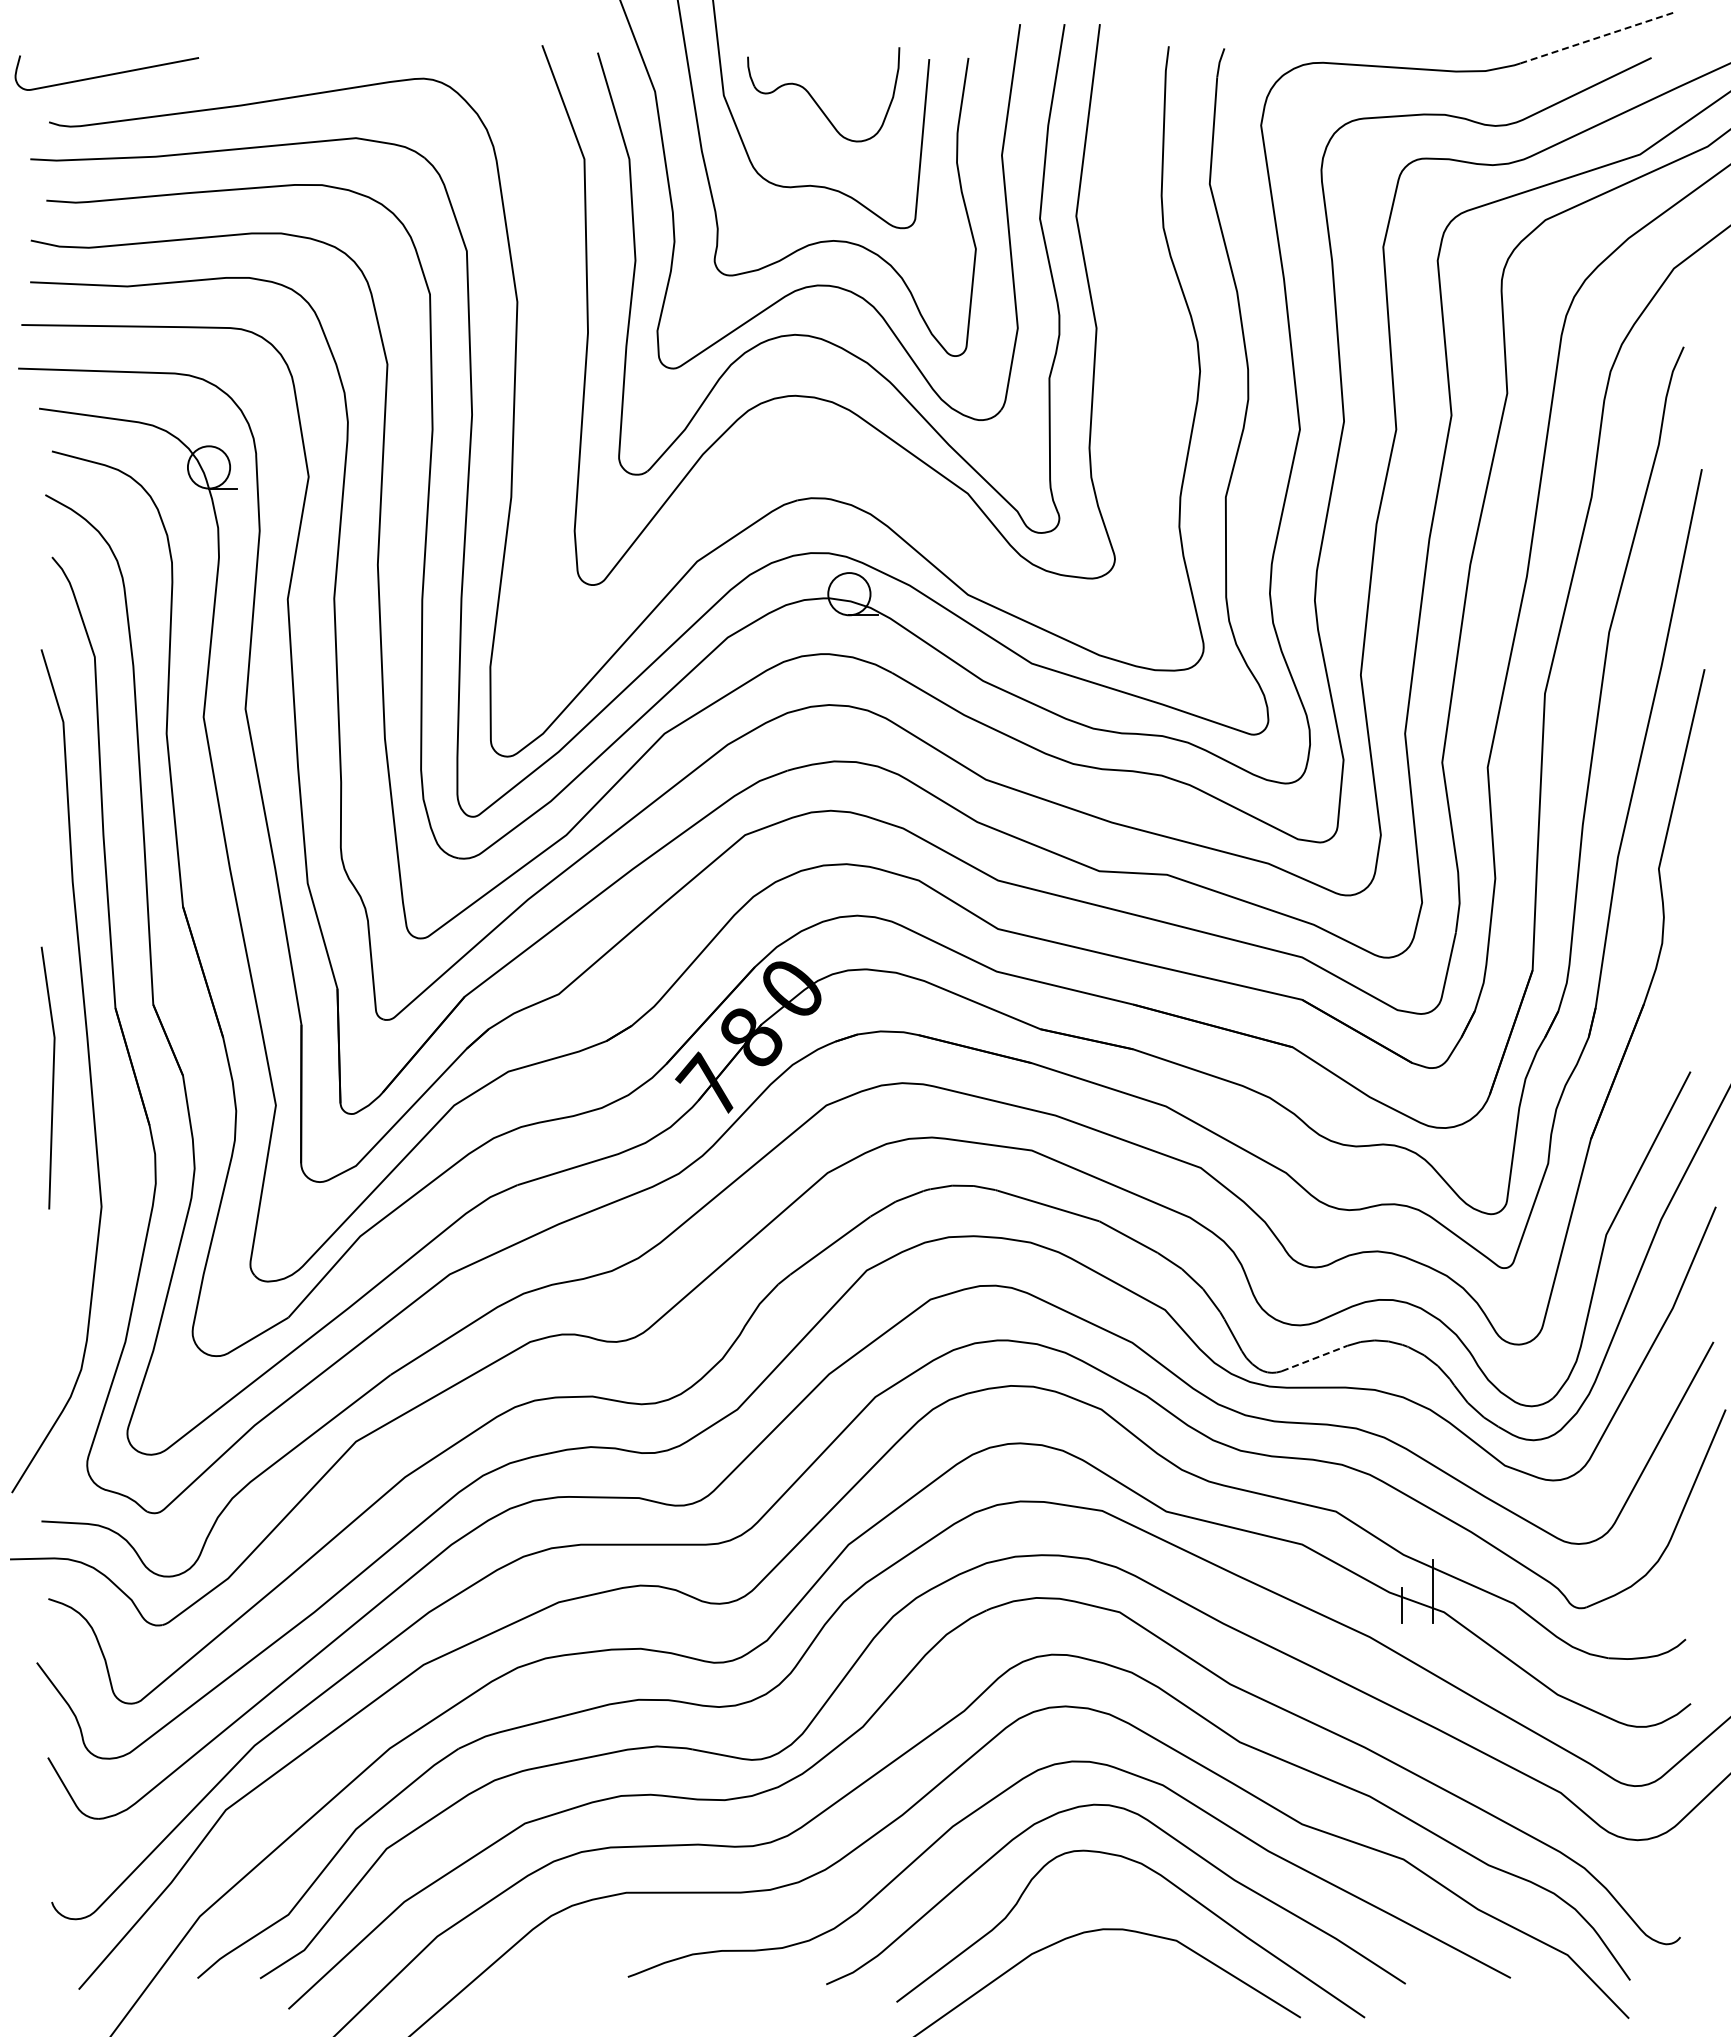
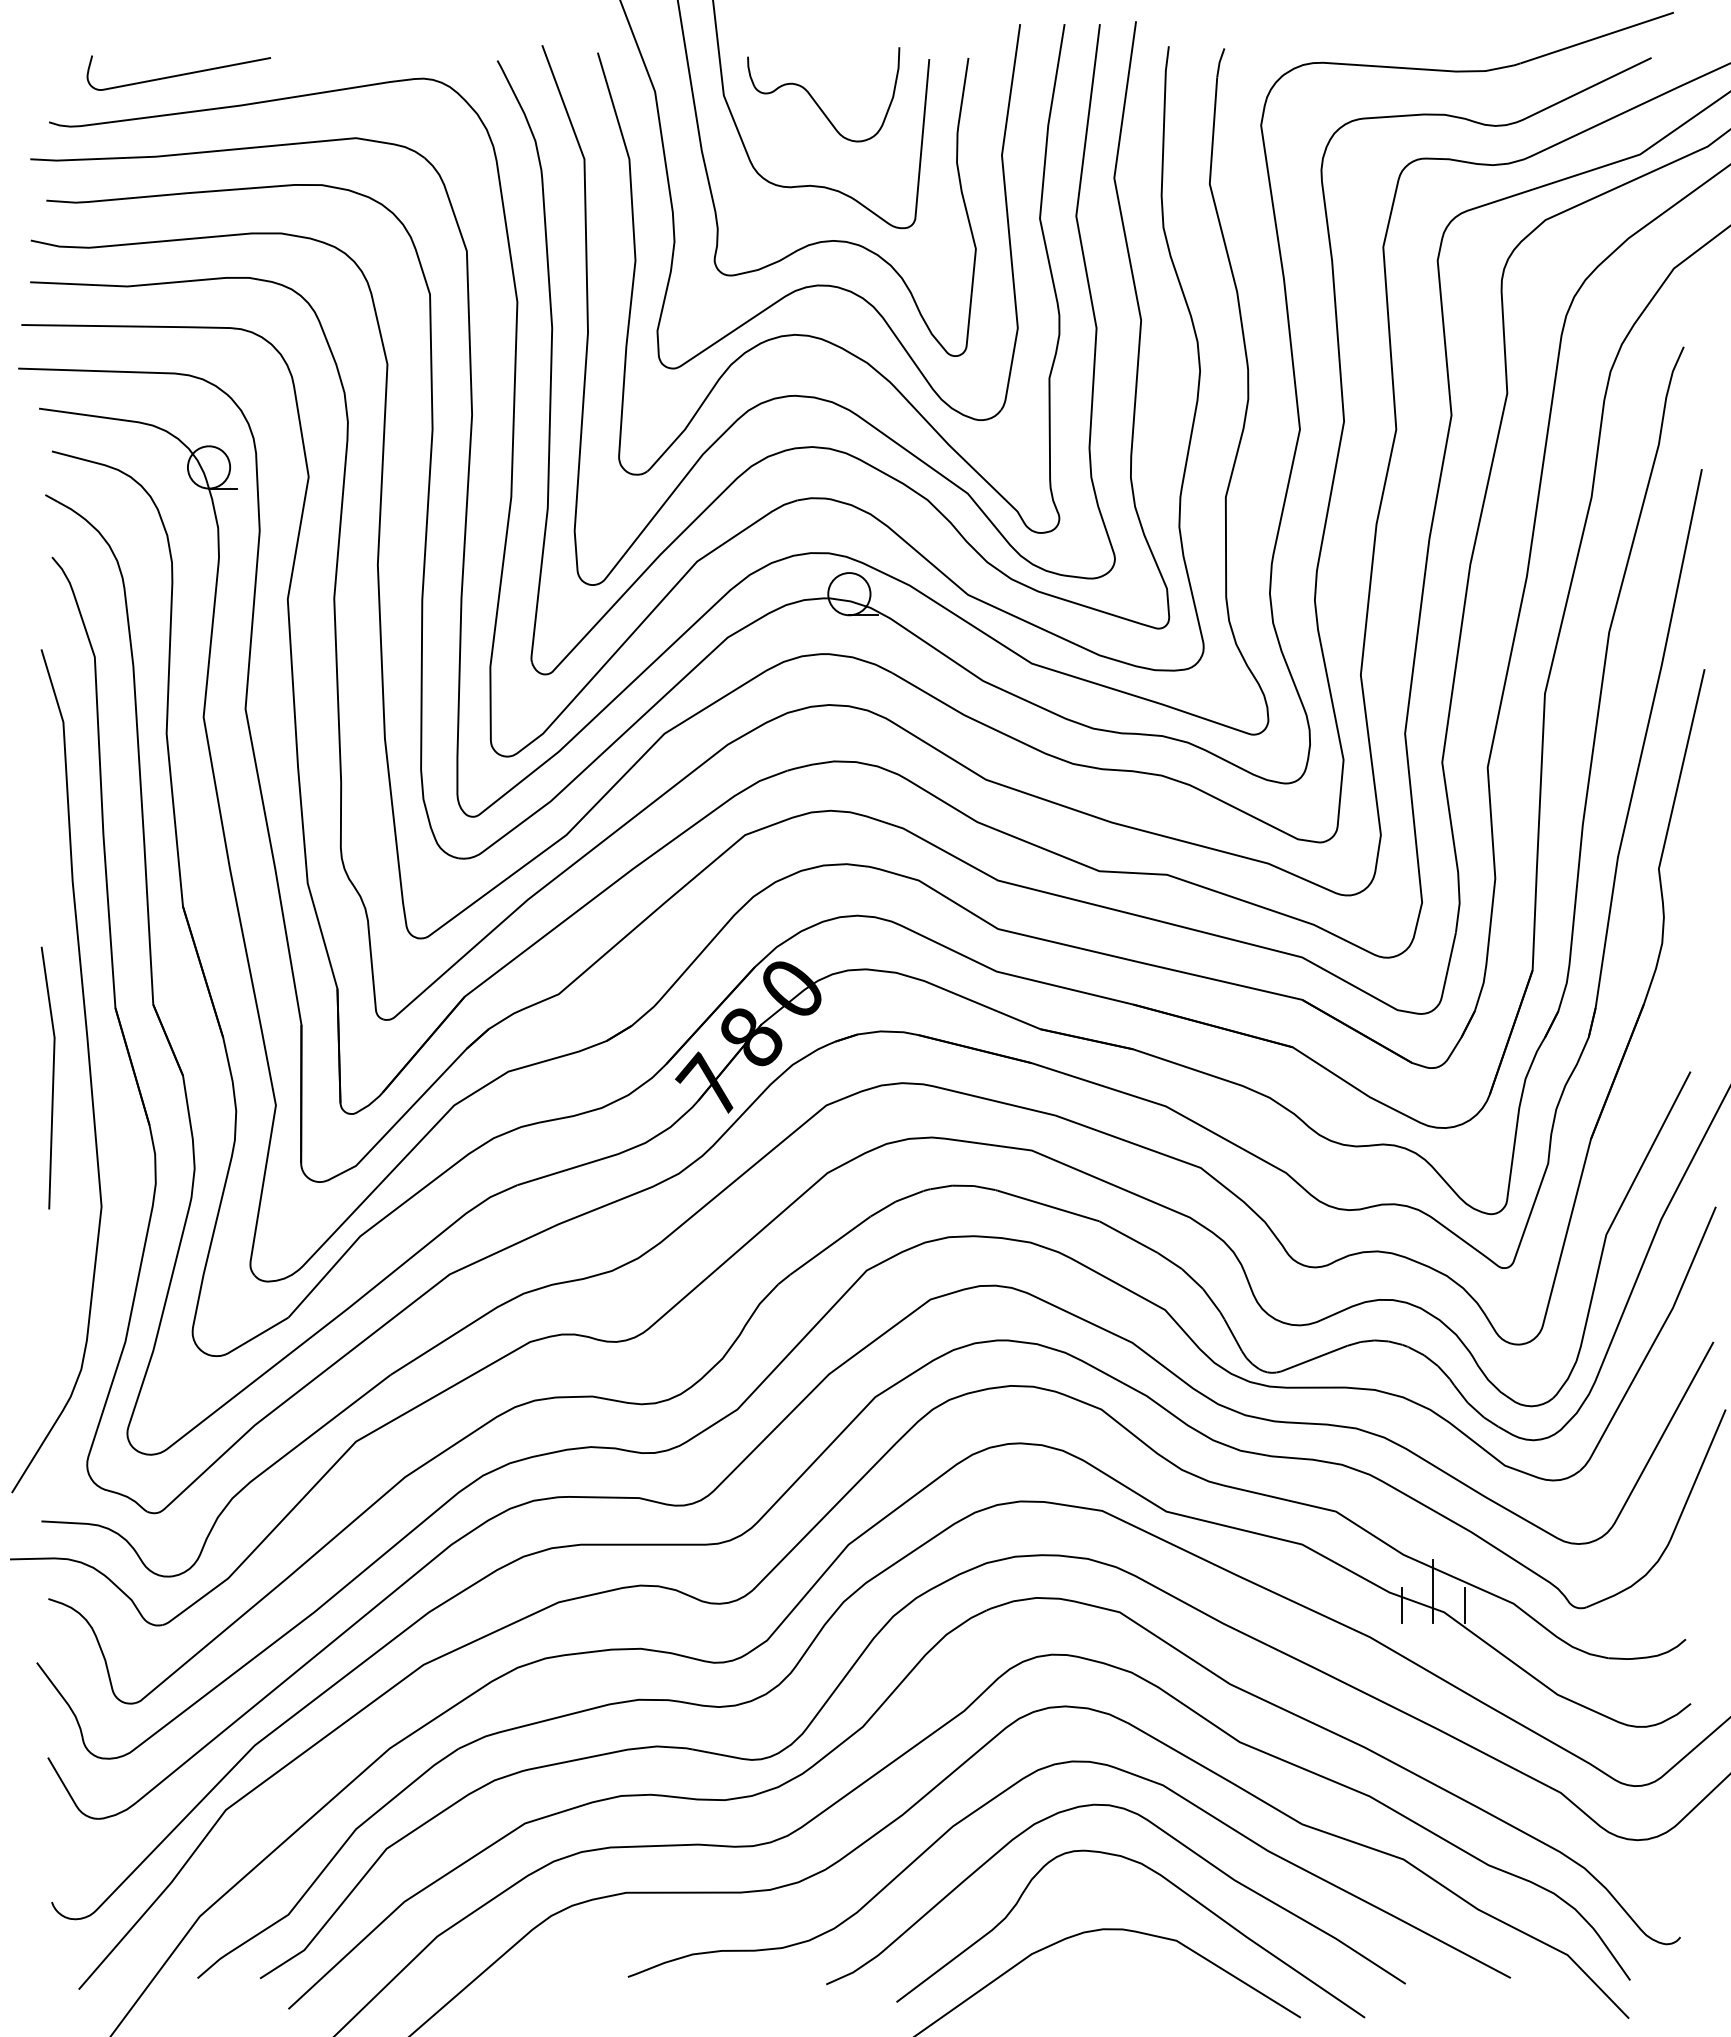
line at (1597, 38): dashed -> solid
curve at (106, 74) position: (106, 74) -> (178, 74)
part at (820, 446): none -> present
line at (1315, 1358): dashed -> solid
line at (1465, 1605): none -> present
